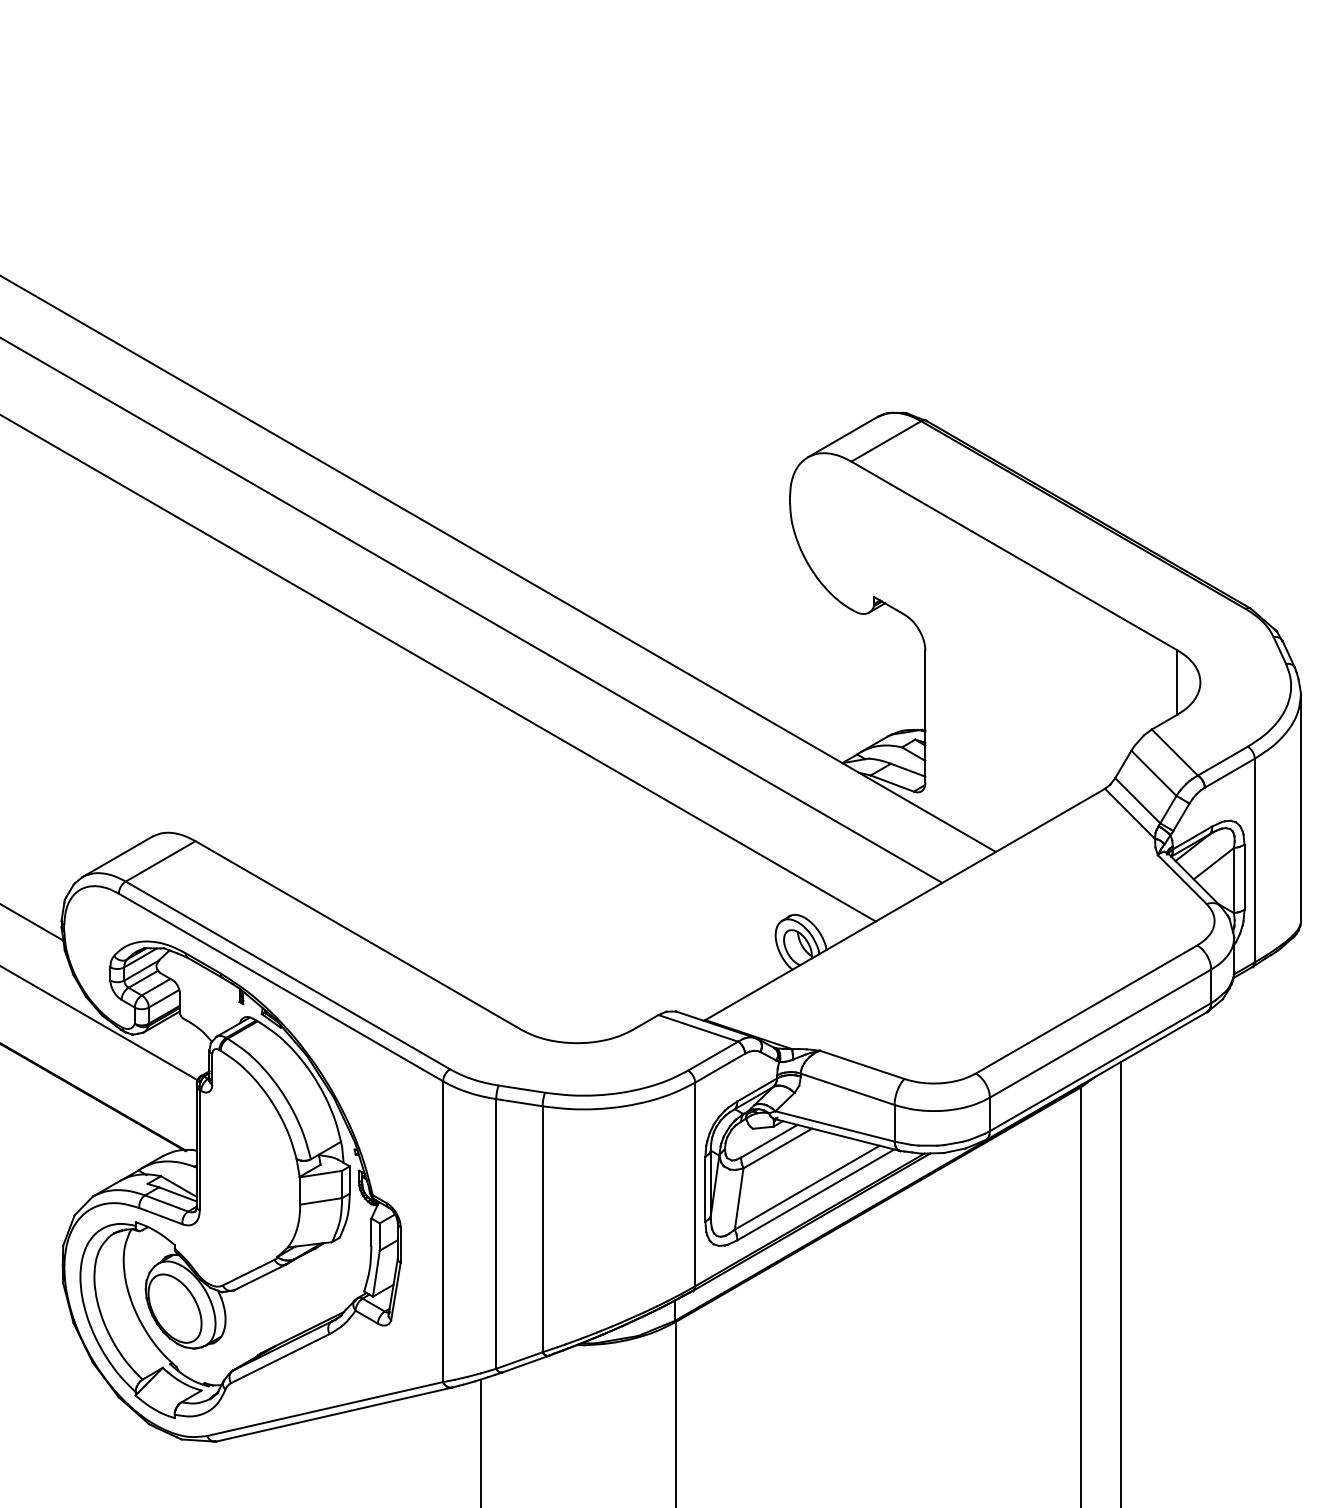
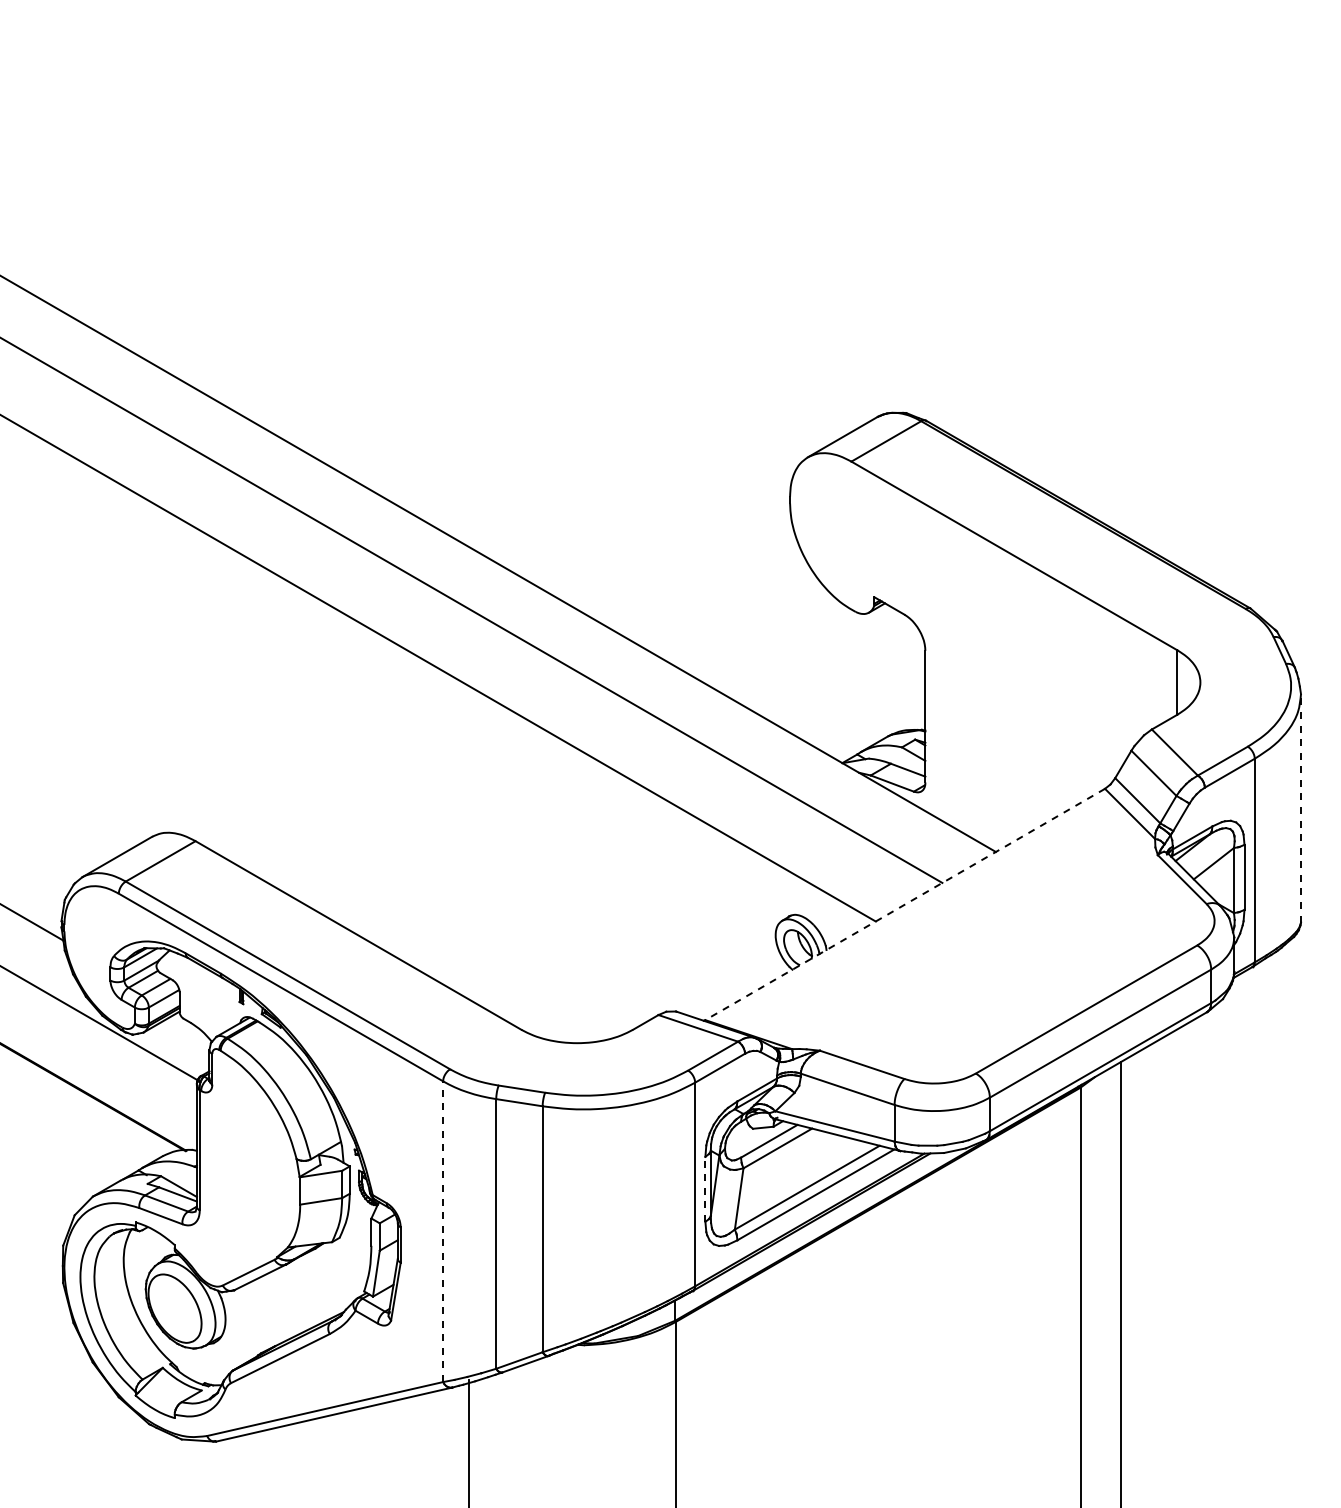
line at (1301, 807): solid -> dashed
line at (905, 904): solid -> dashed
line at (705, 1188): solid -> dashed
line at (443, 1231): solid -> dashed
line at (480, 1441) position: (480, 1441) -> (468, 1441)
